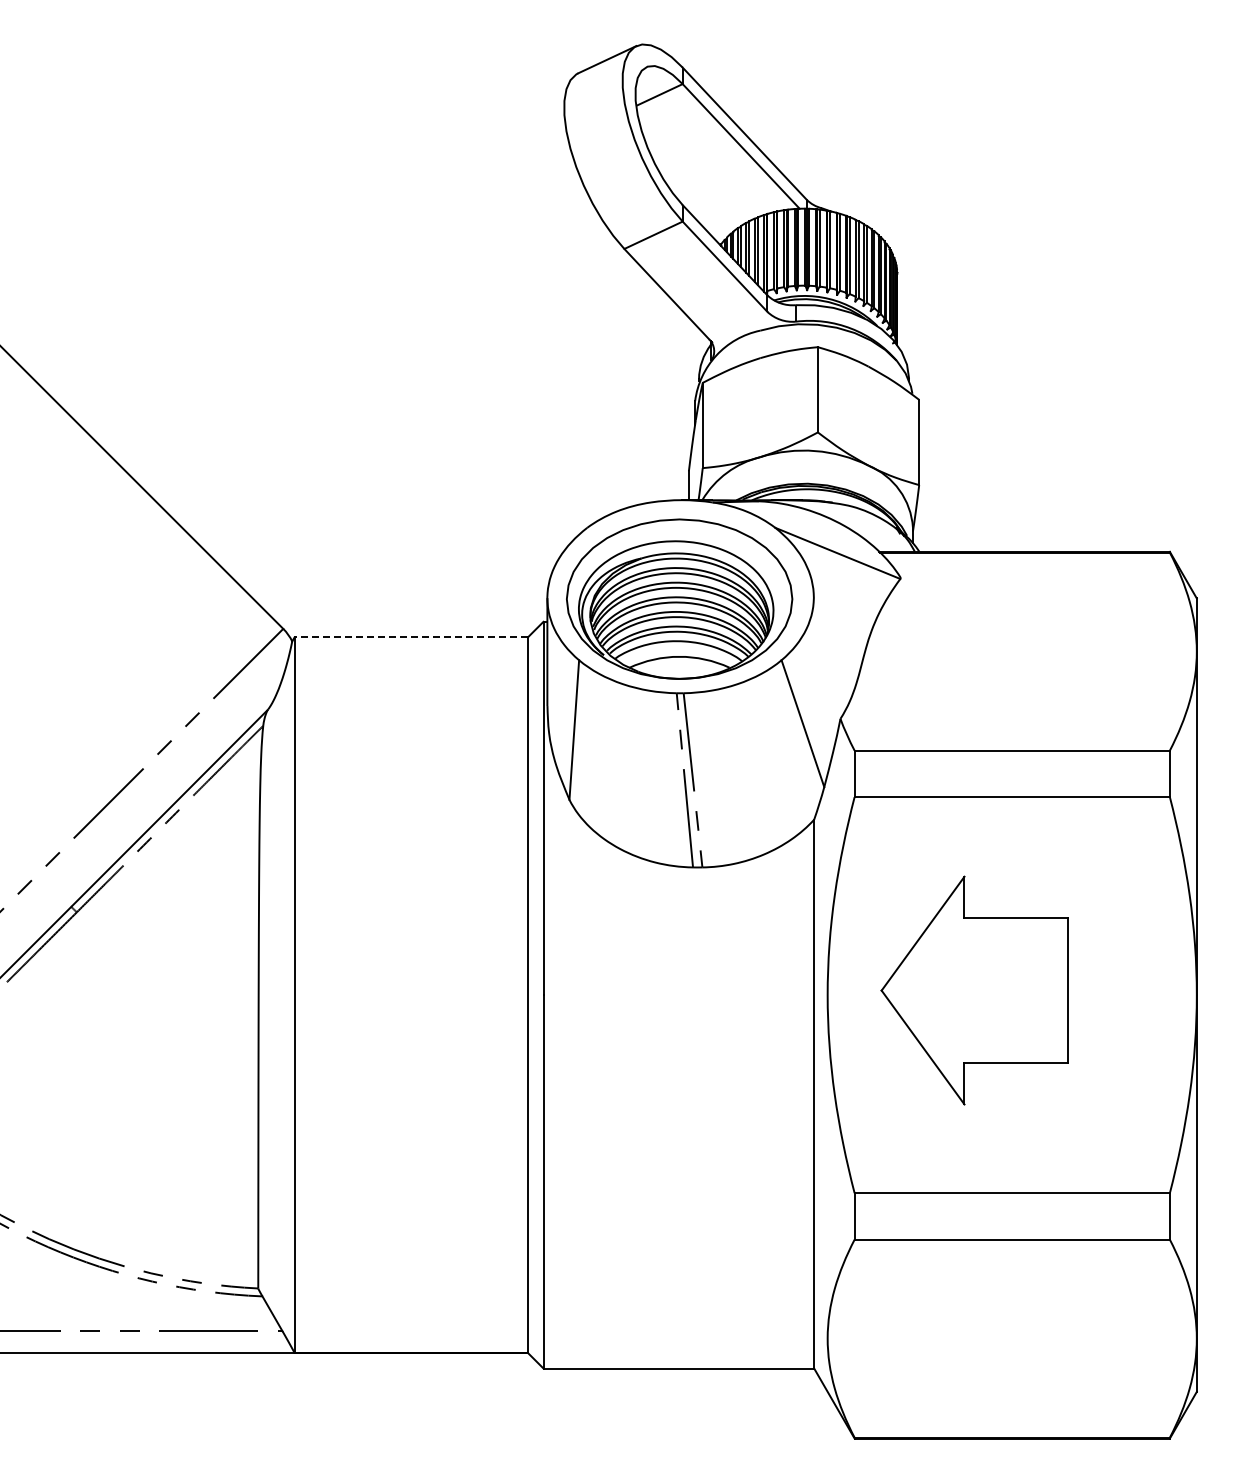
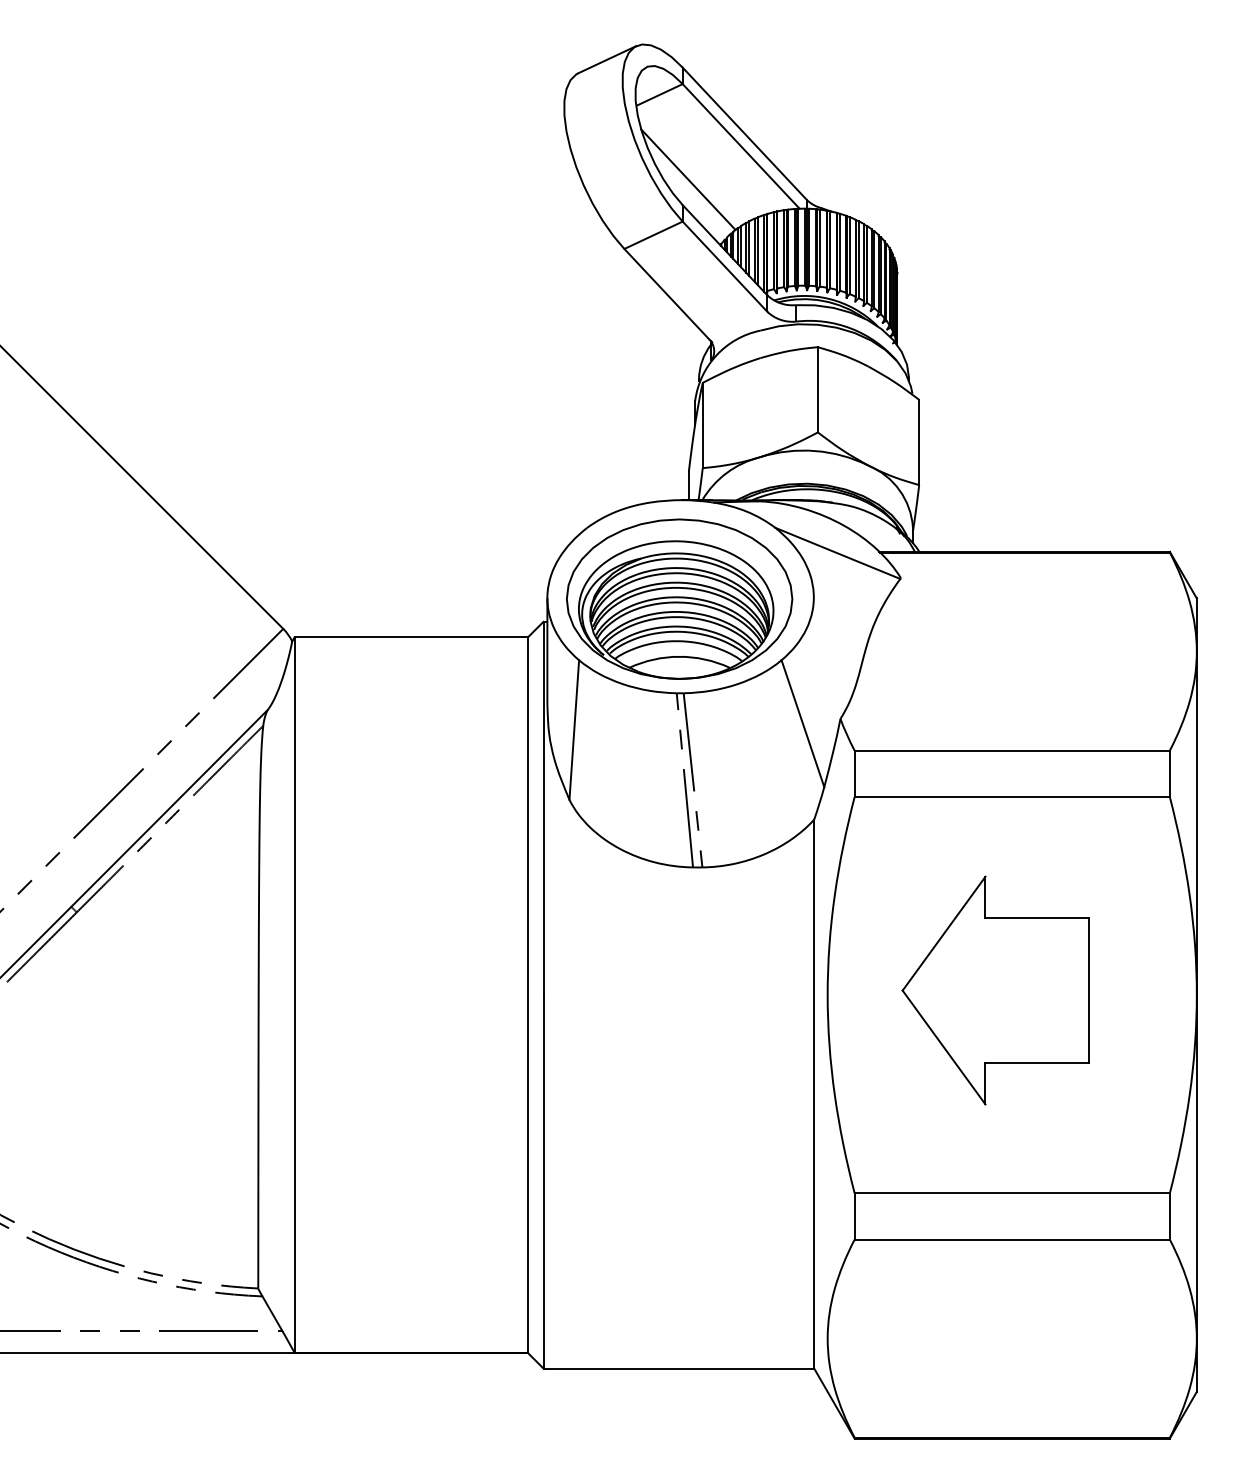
line at (688, 179): none -> present
line at (411, 637): dashed -> solid
part at (974, 990) position: (974, 990) -> (995, 990)
